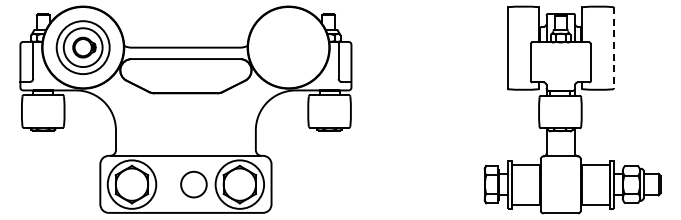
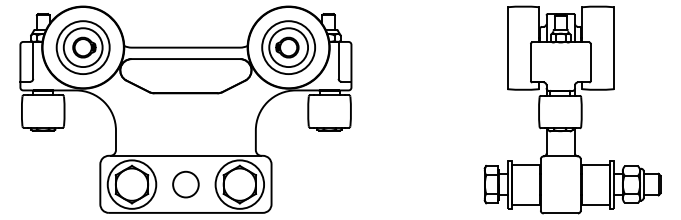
part at (288, 47): none -> present
line at (614, 48): dashed -> solid
circle at (193, 184) position: (193, 184) -> (185, 184)
